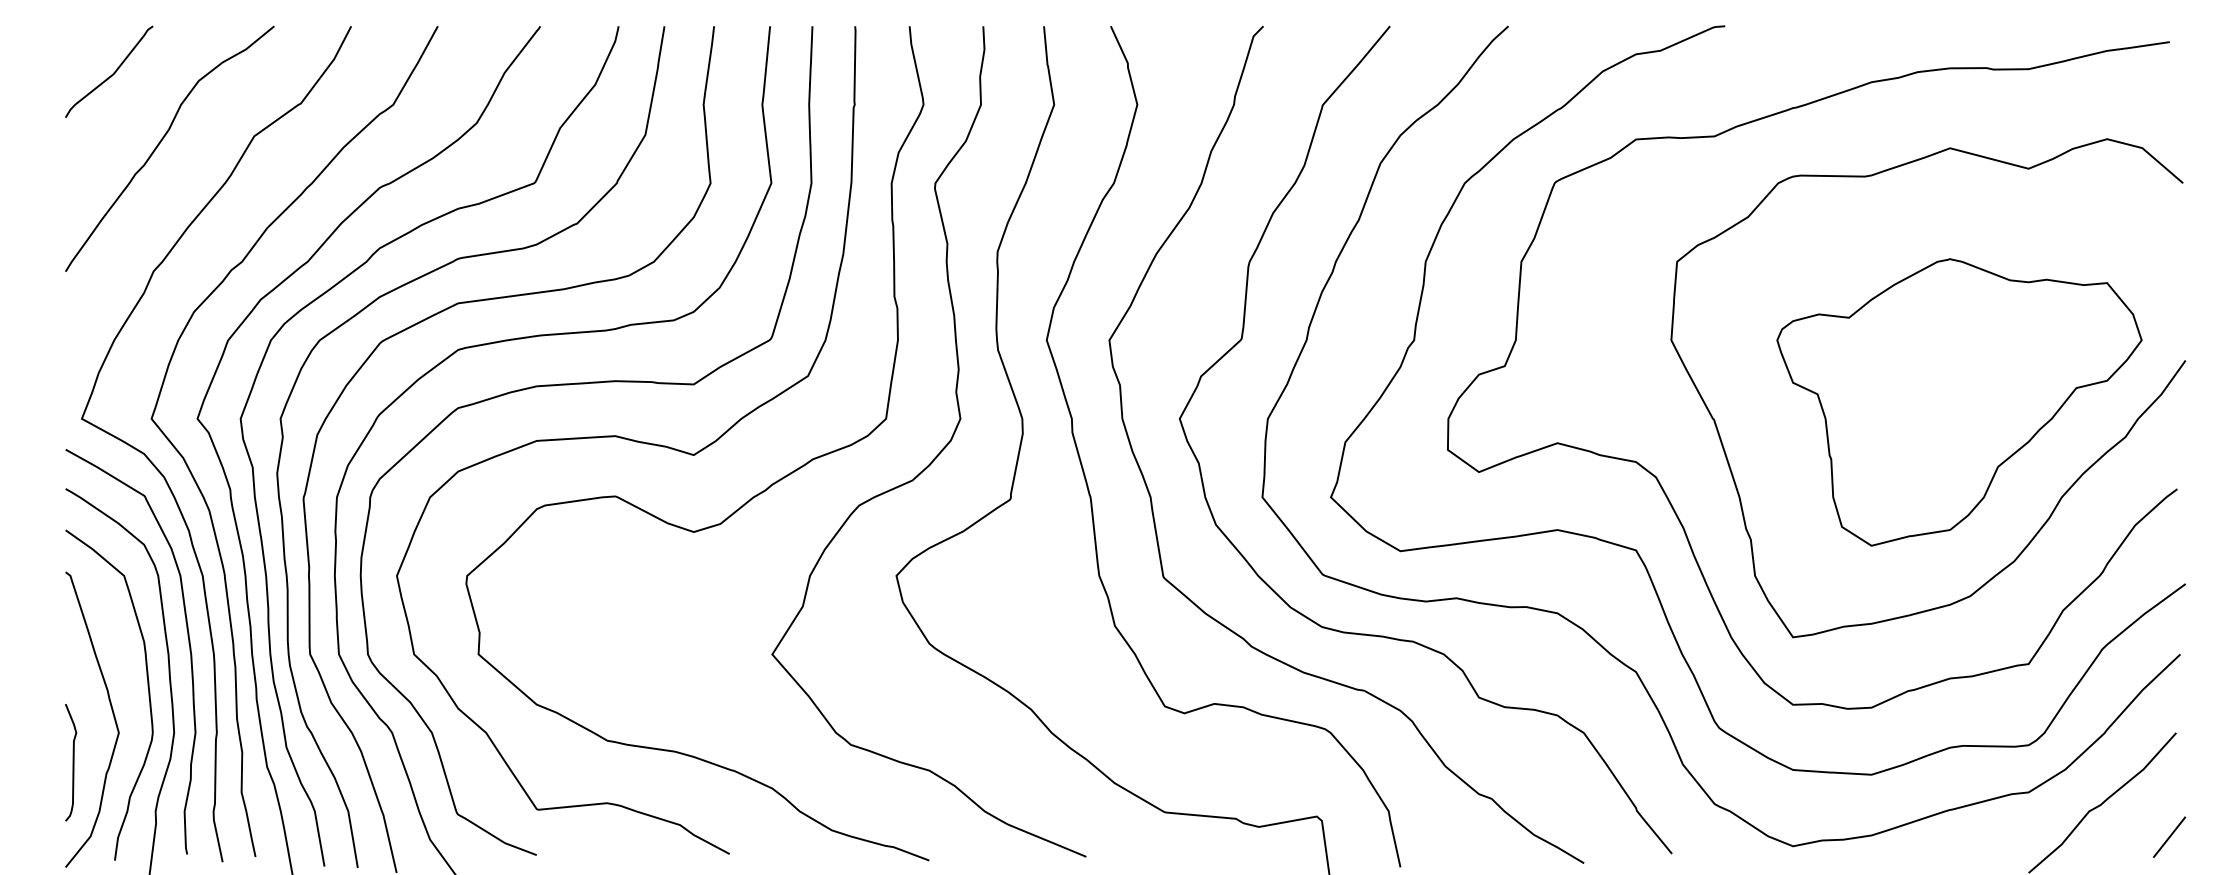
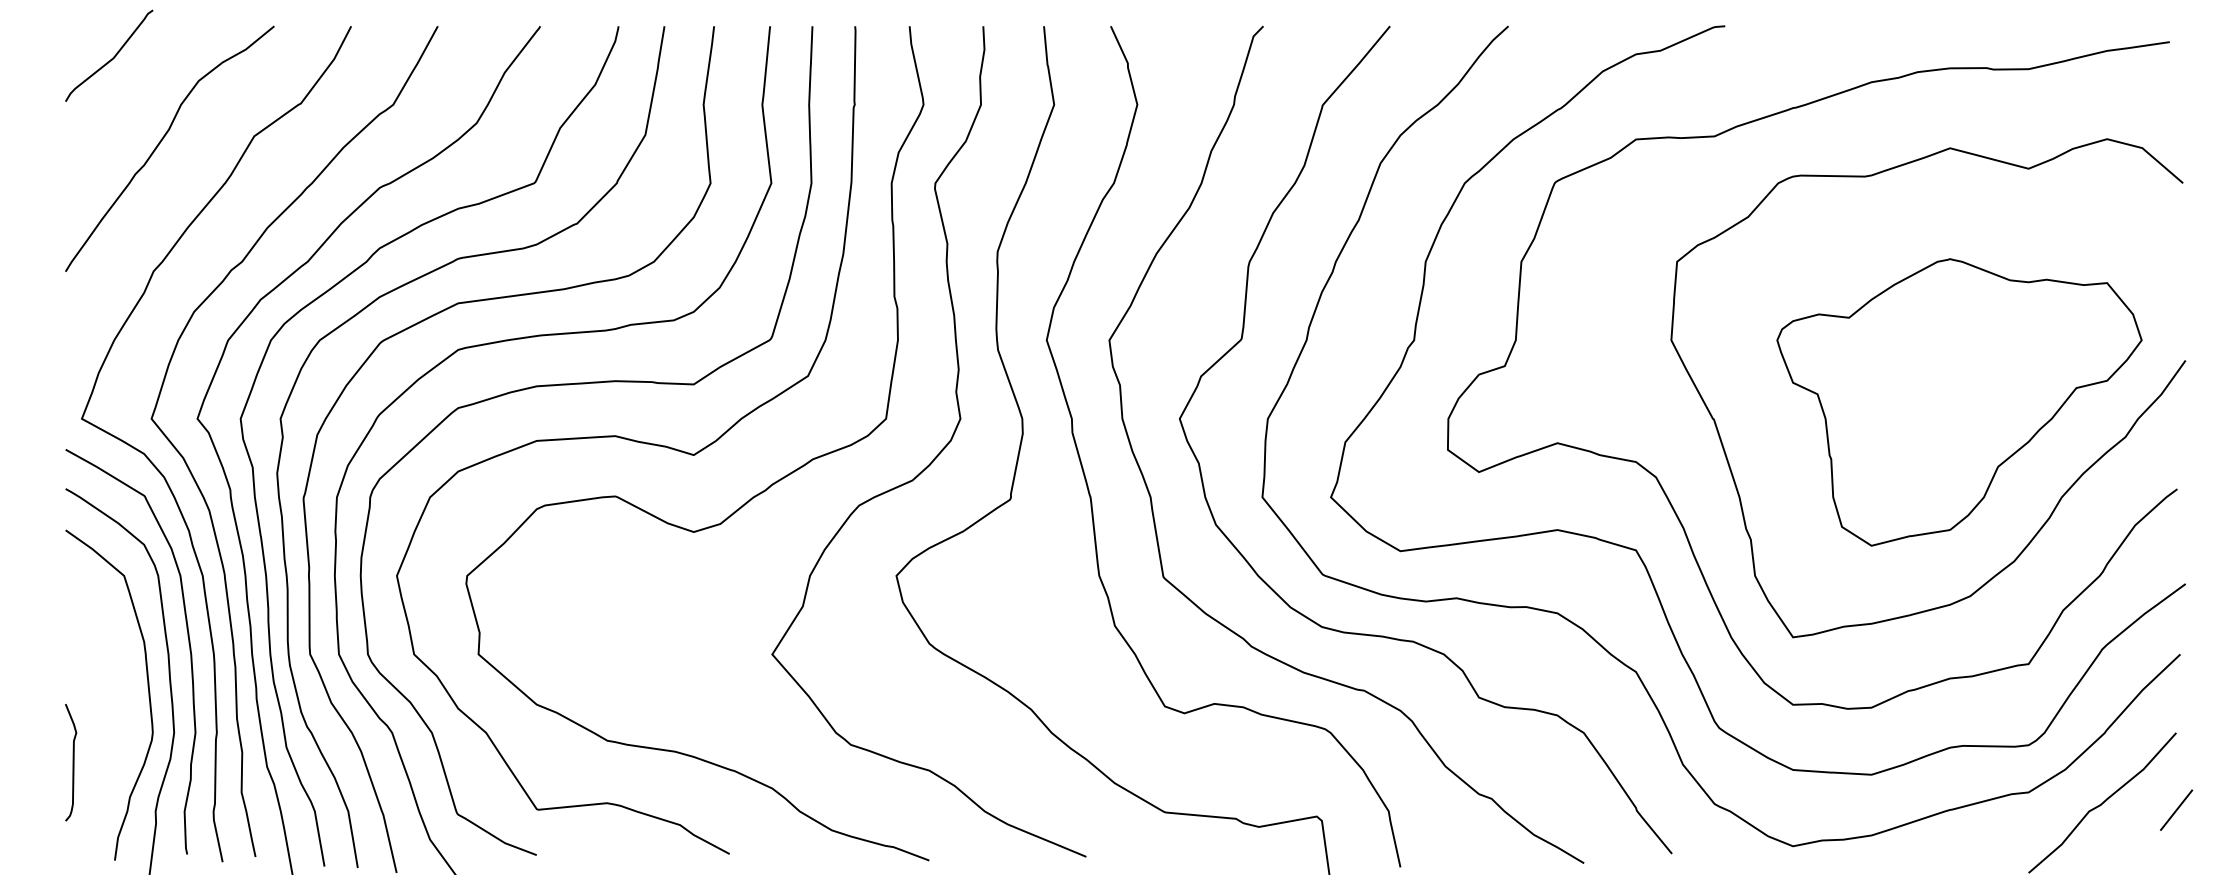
curve at (112, 73) position: (112, 73) -> (112, 57)
curve at (112, 714): present -> none
line at (2169, 836) position: (2169, 836) -> (2176, 809)
